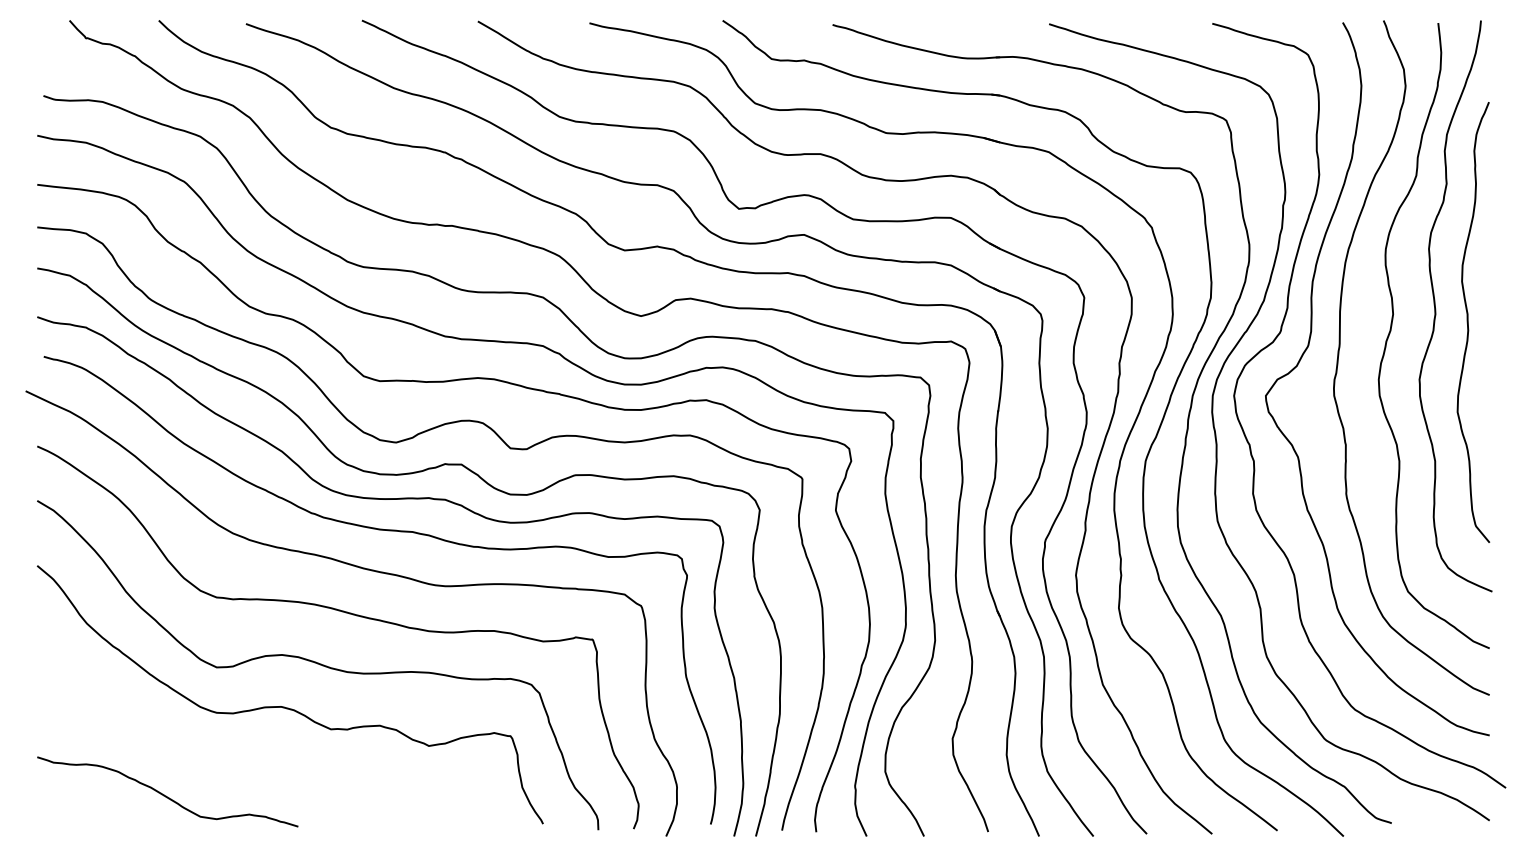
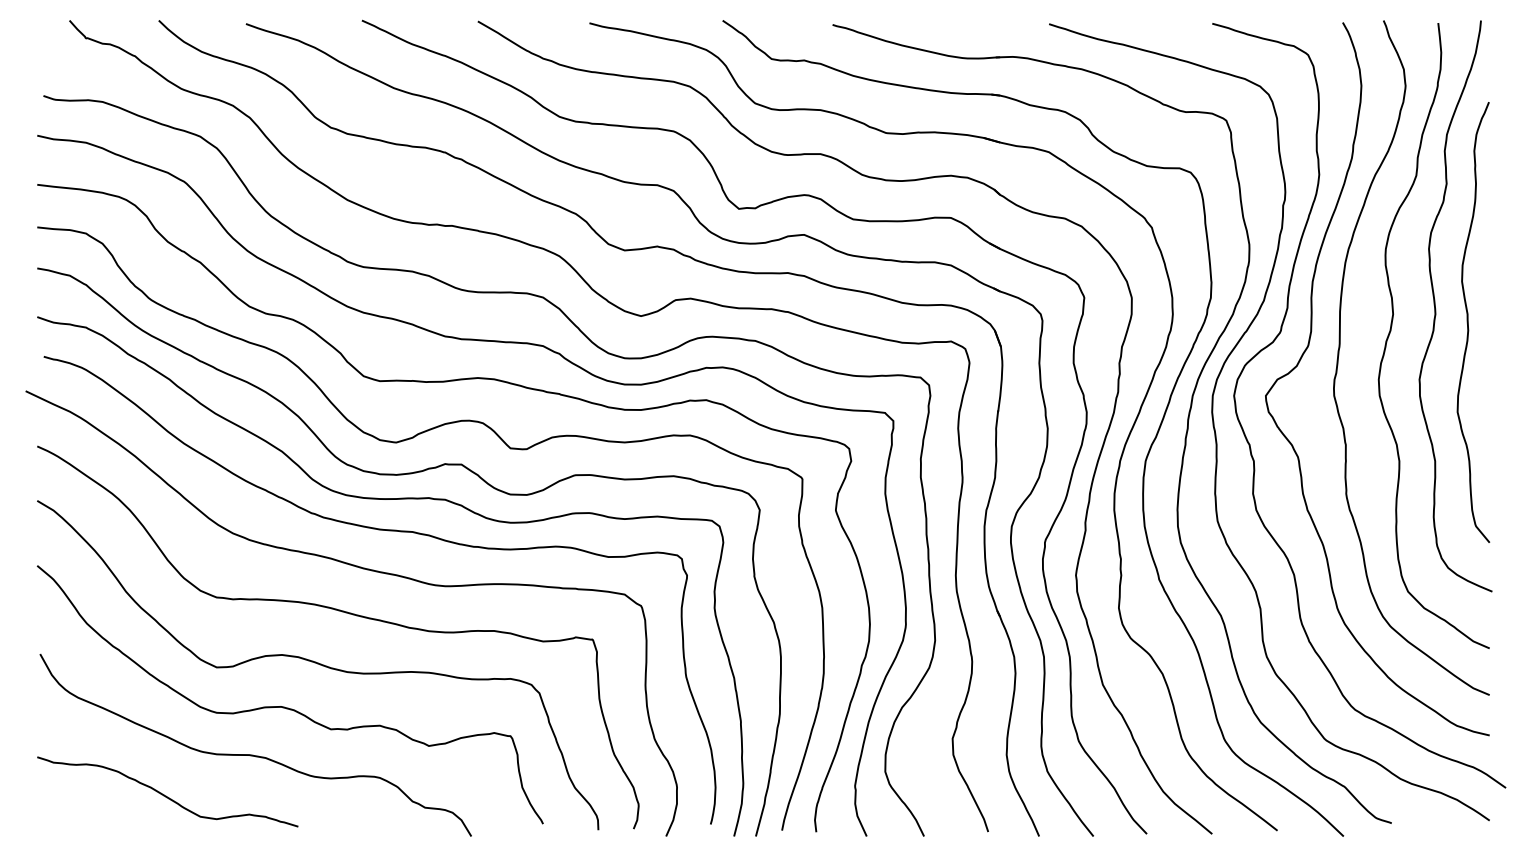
curve at (253, 754): none -> present
